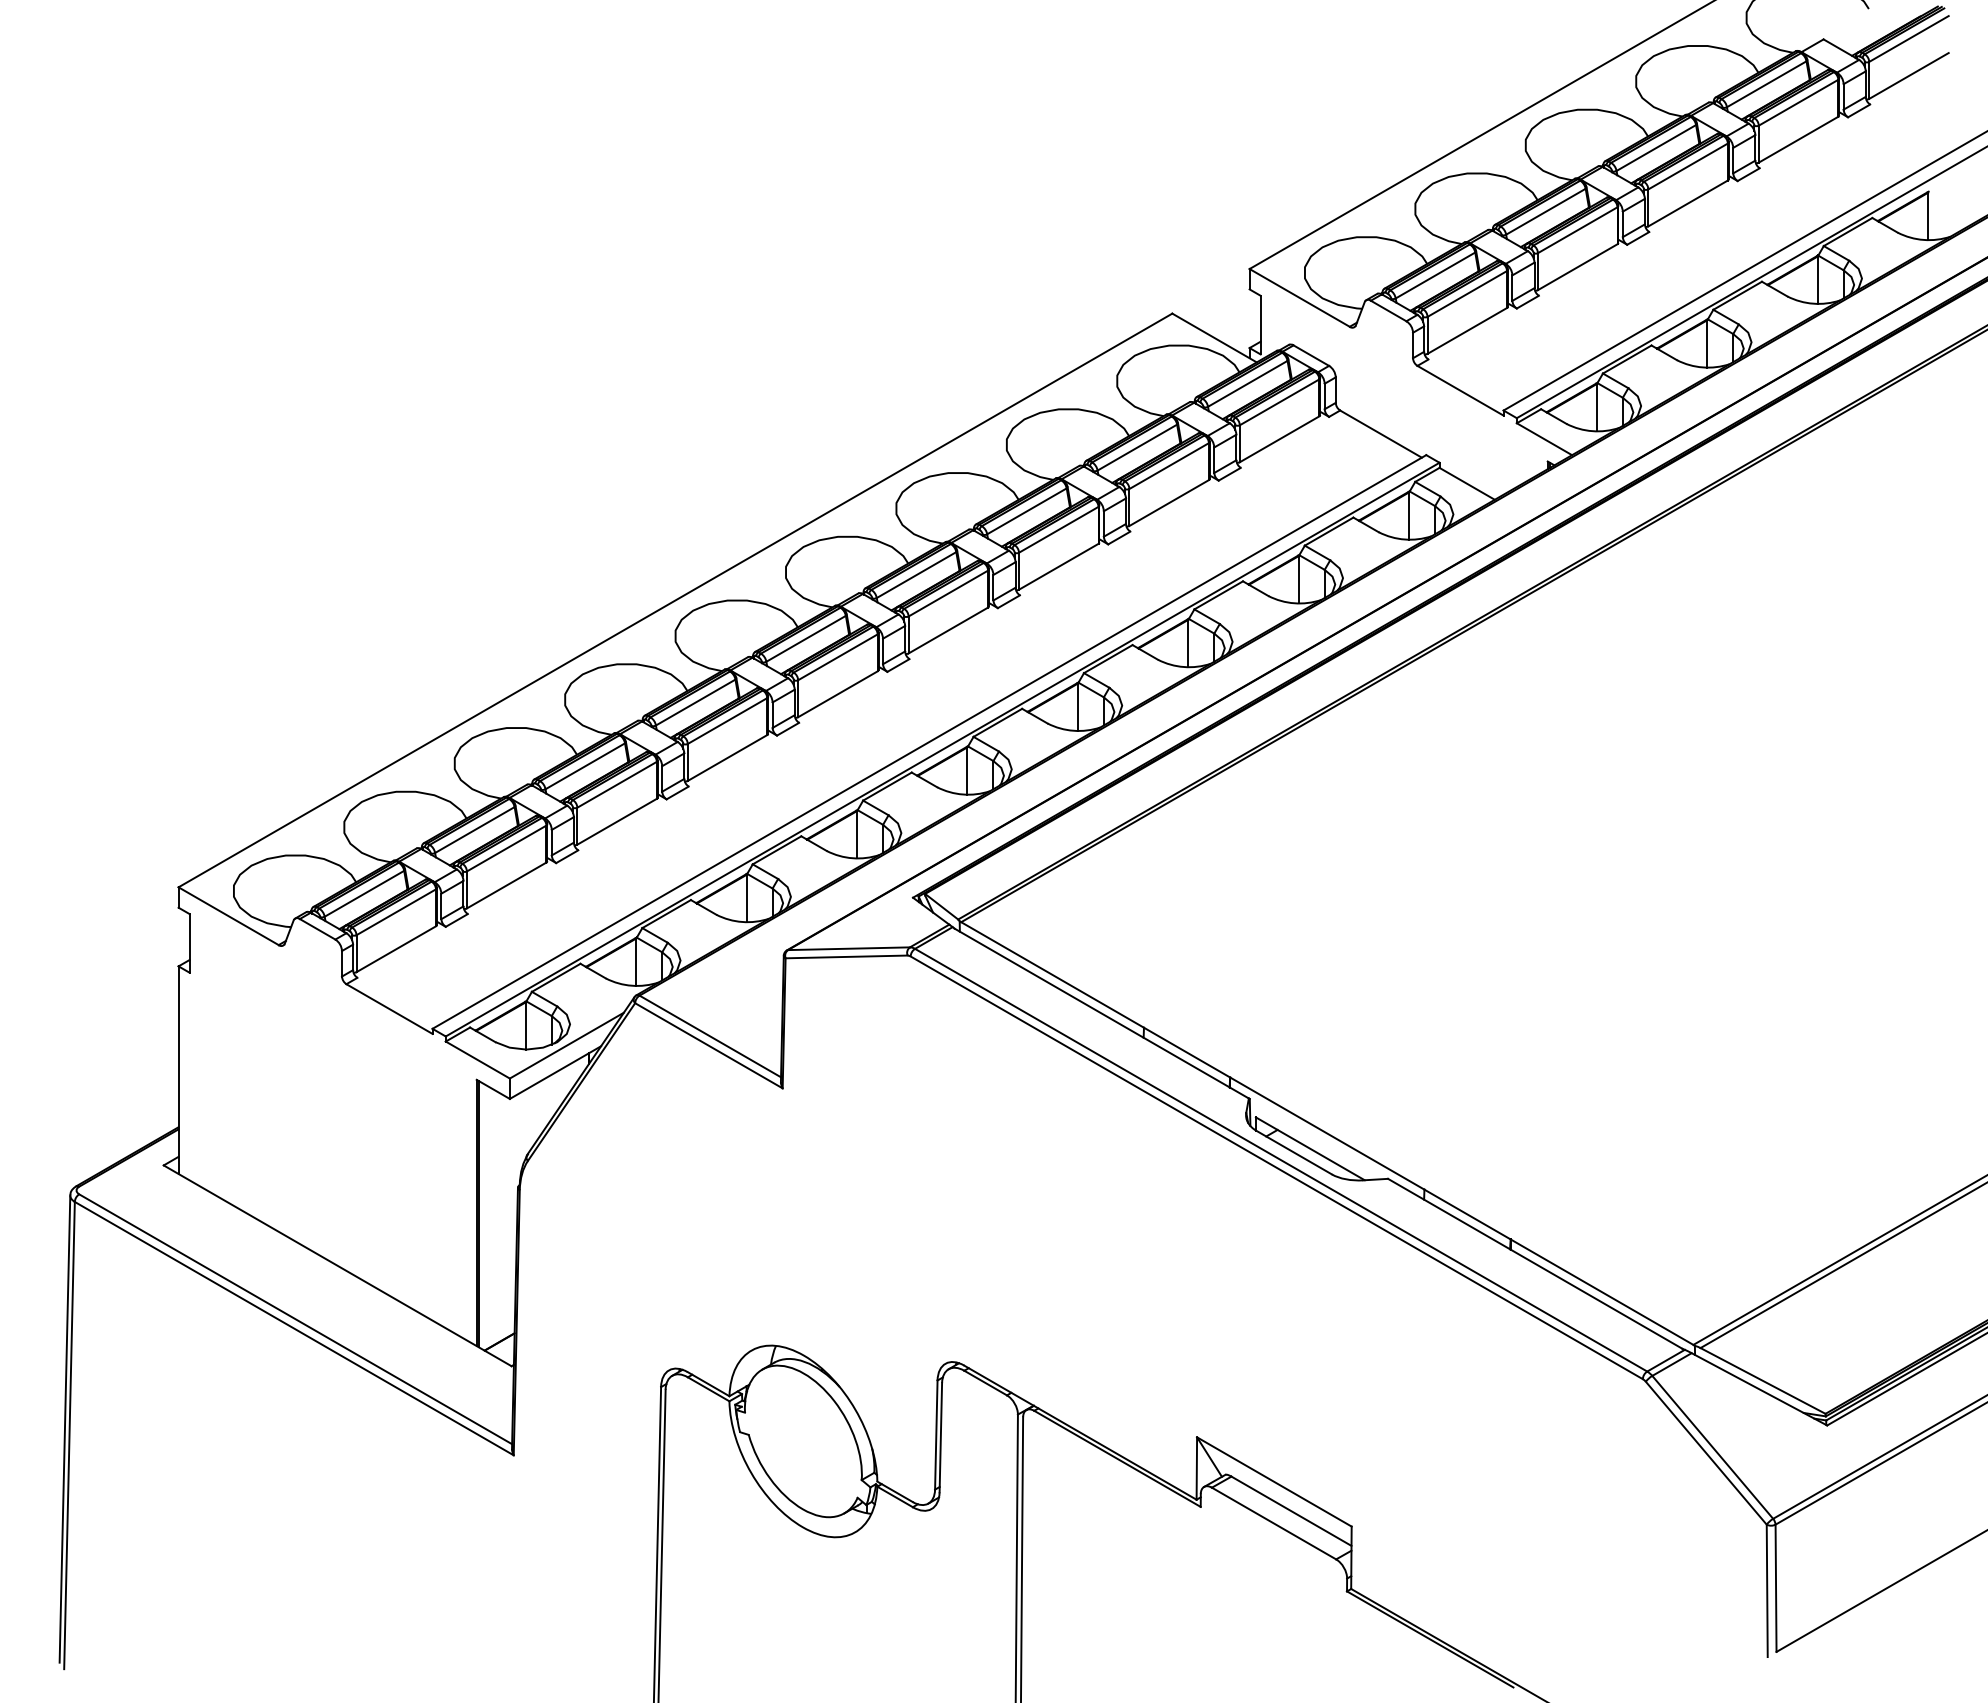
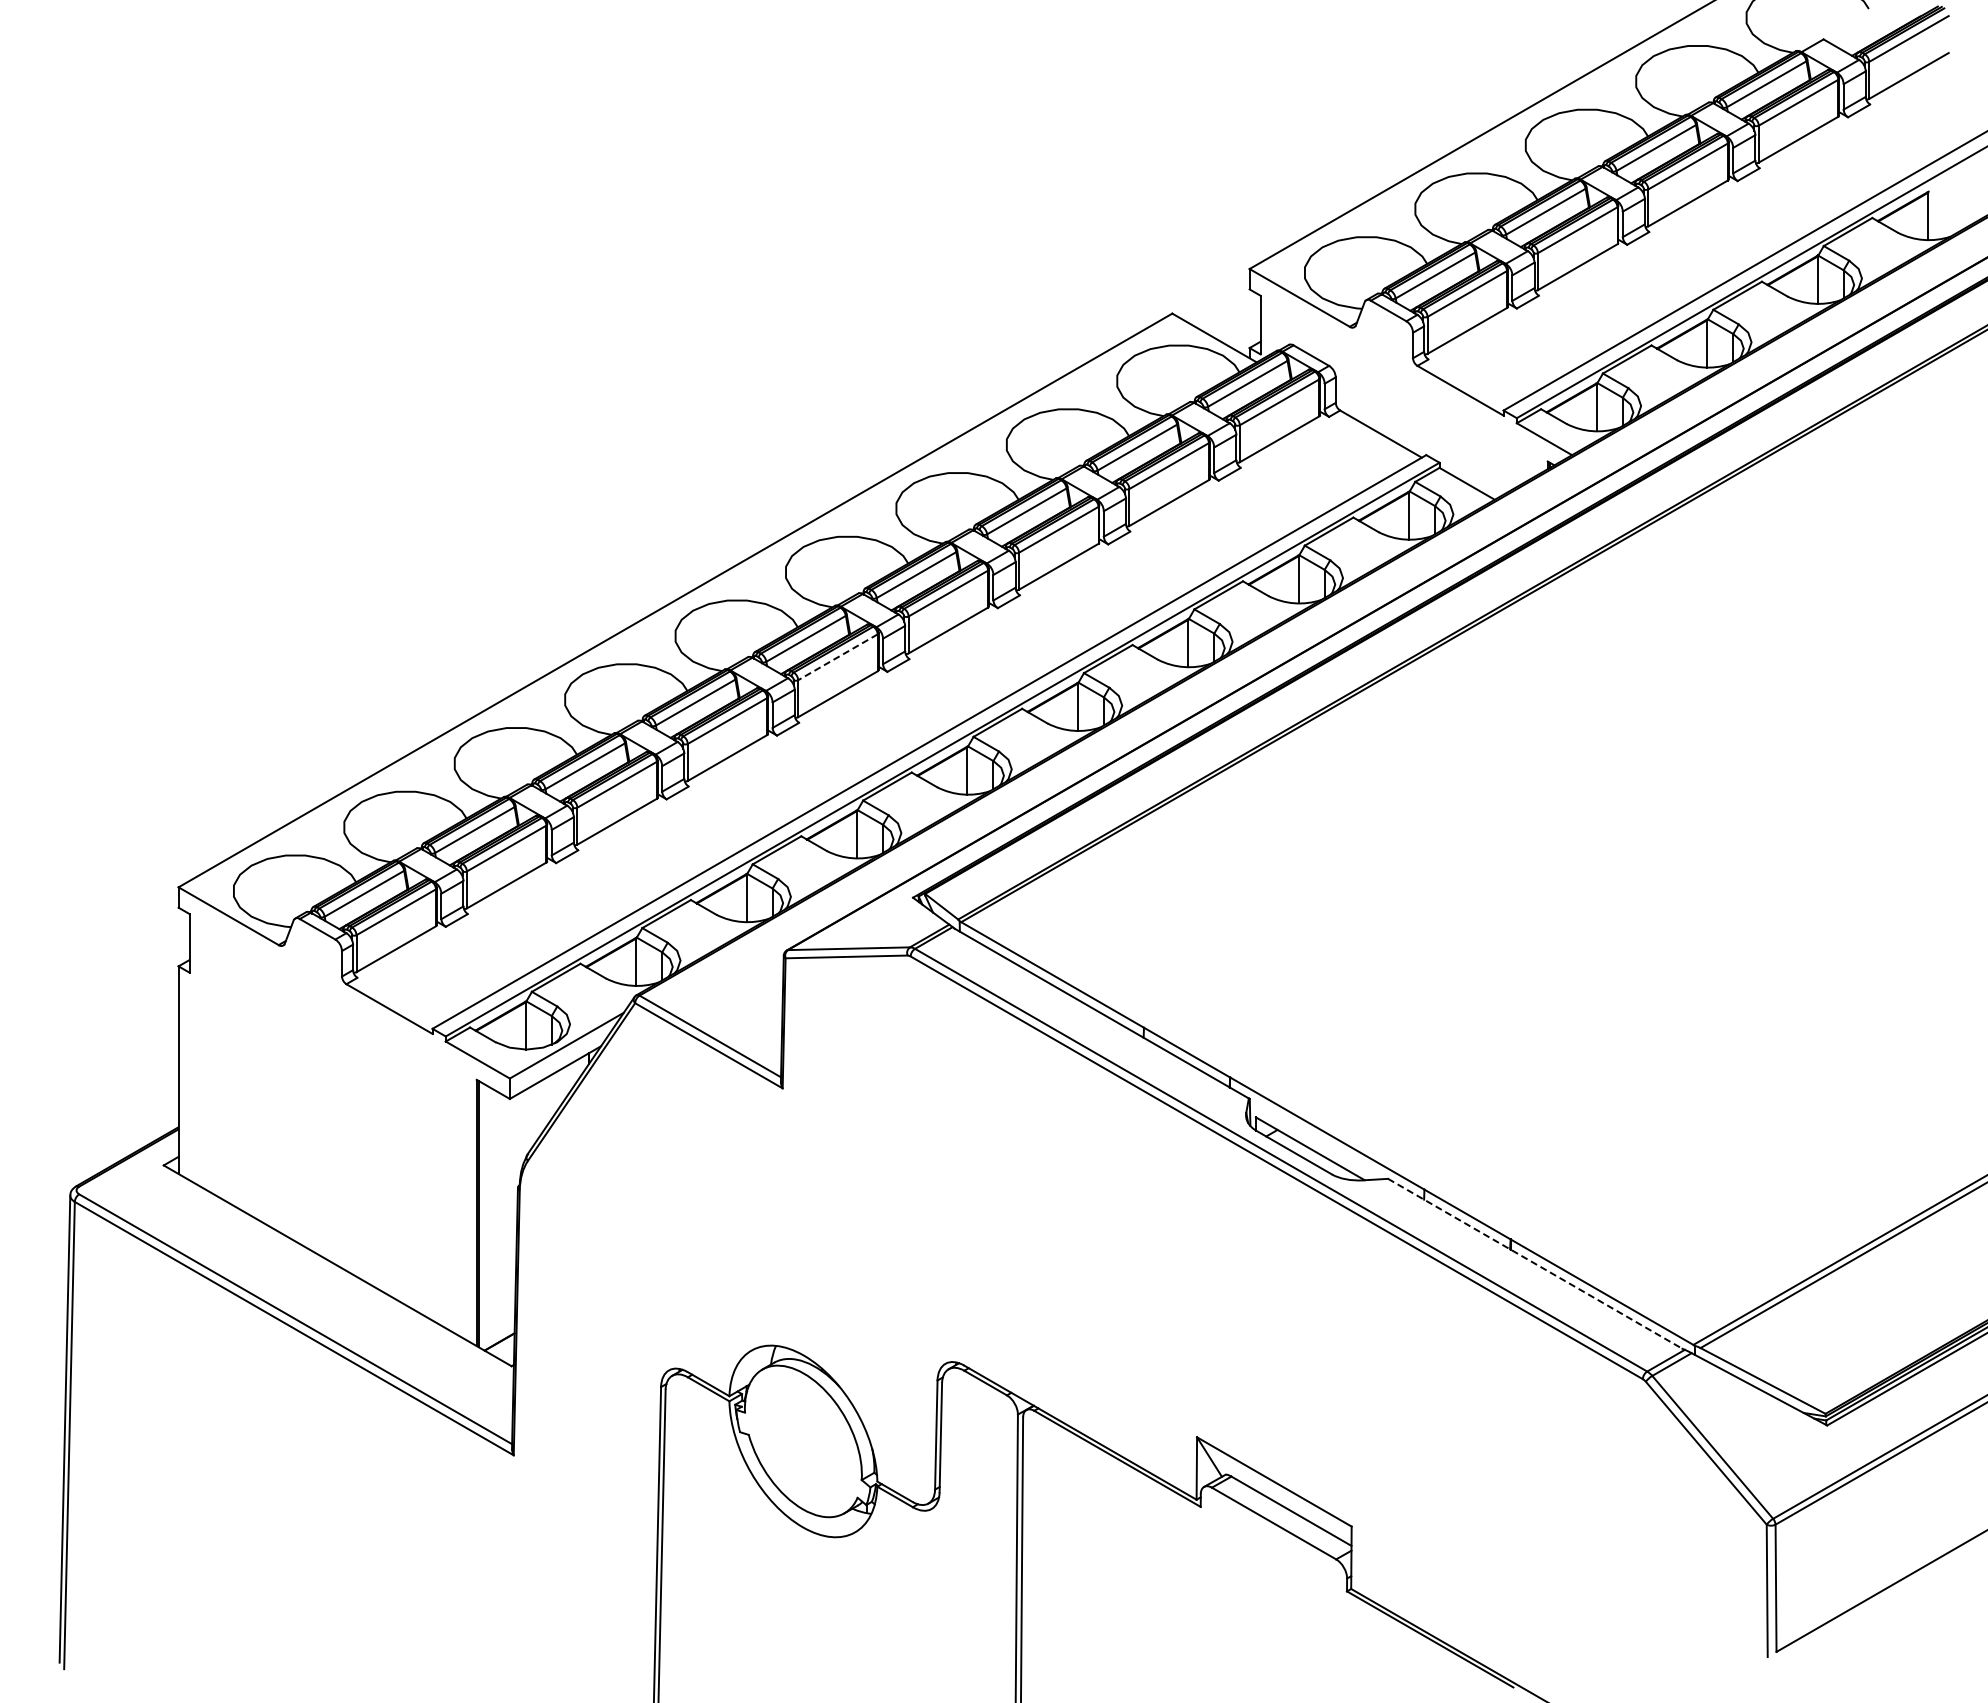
line at (837, 657): solid -> dashed
line at (1535, 1263): solid -> dashed
